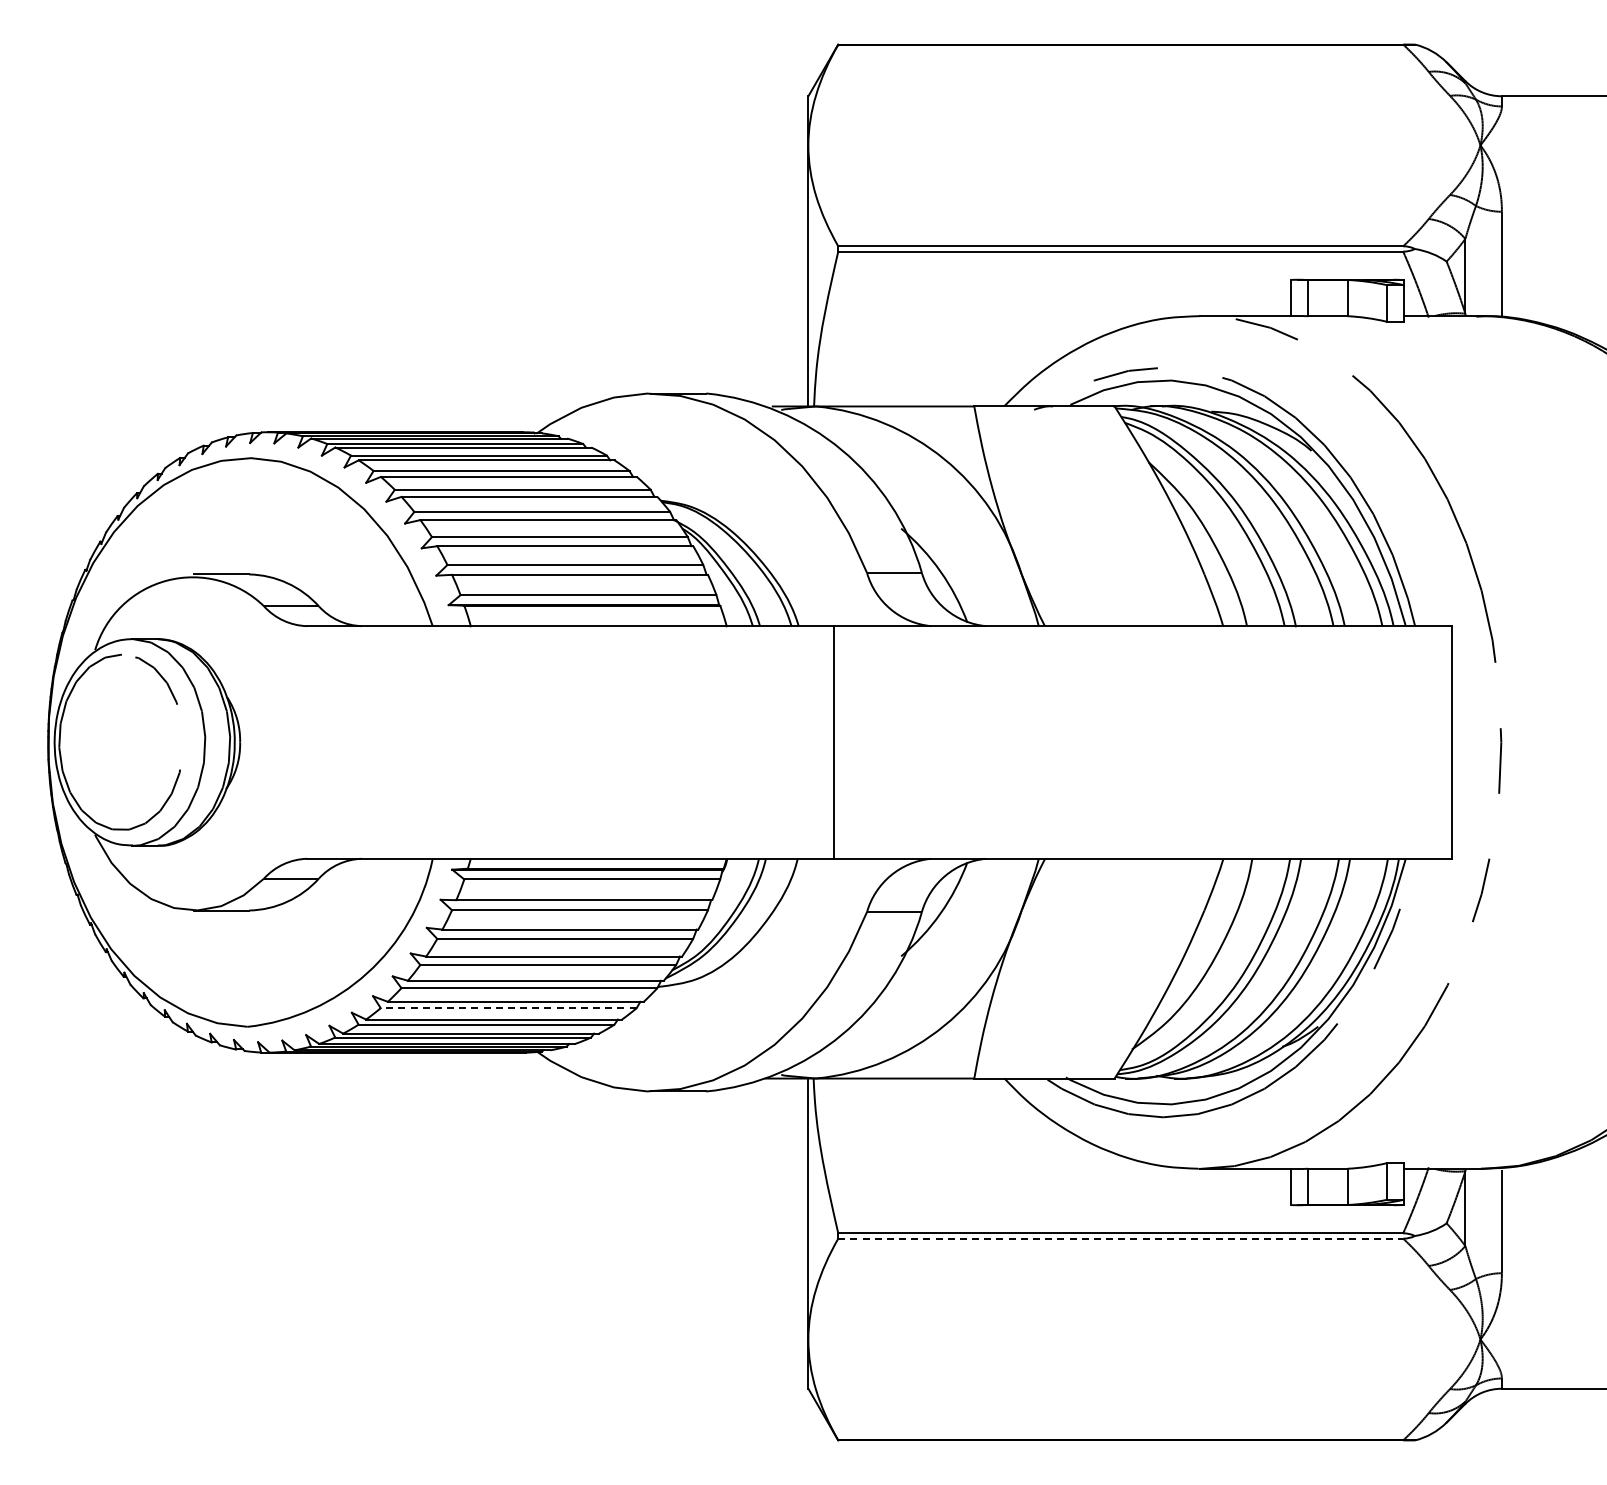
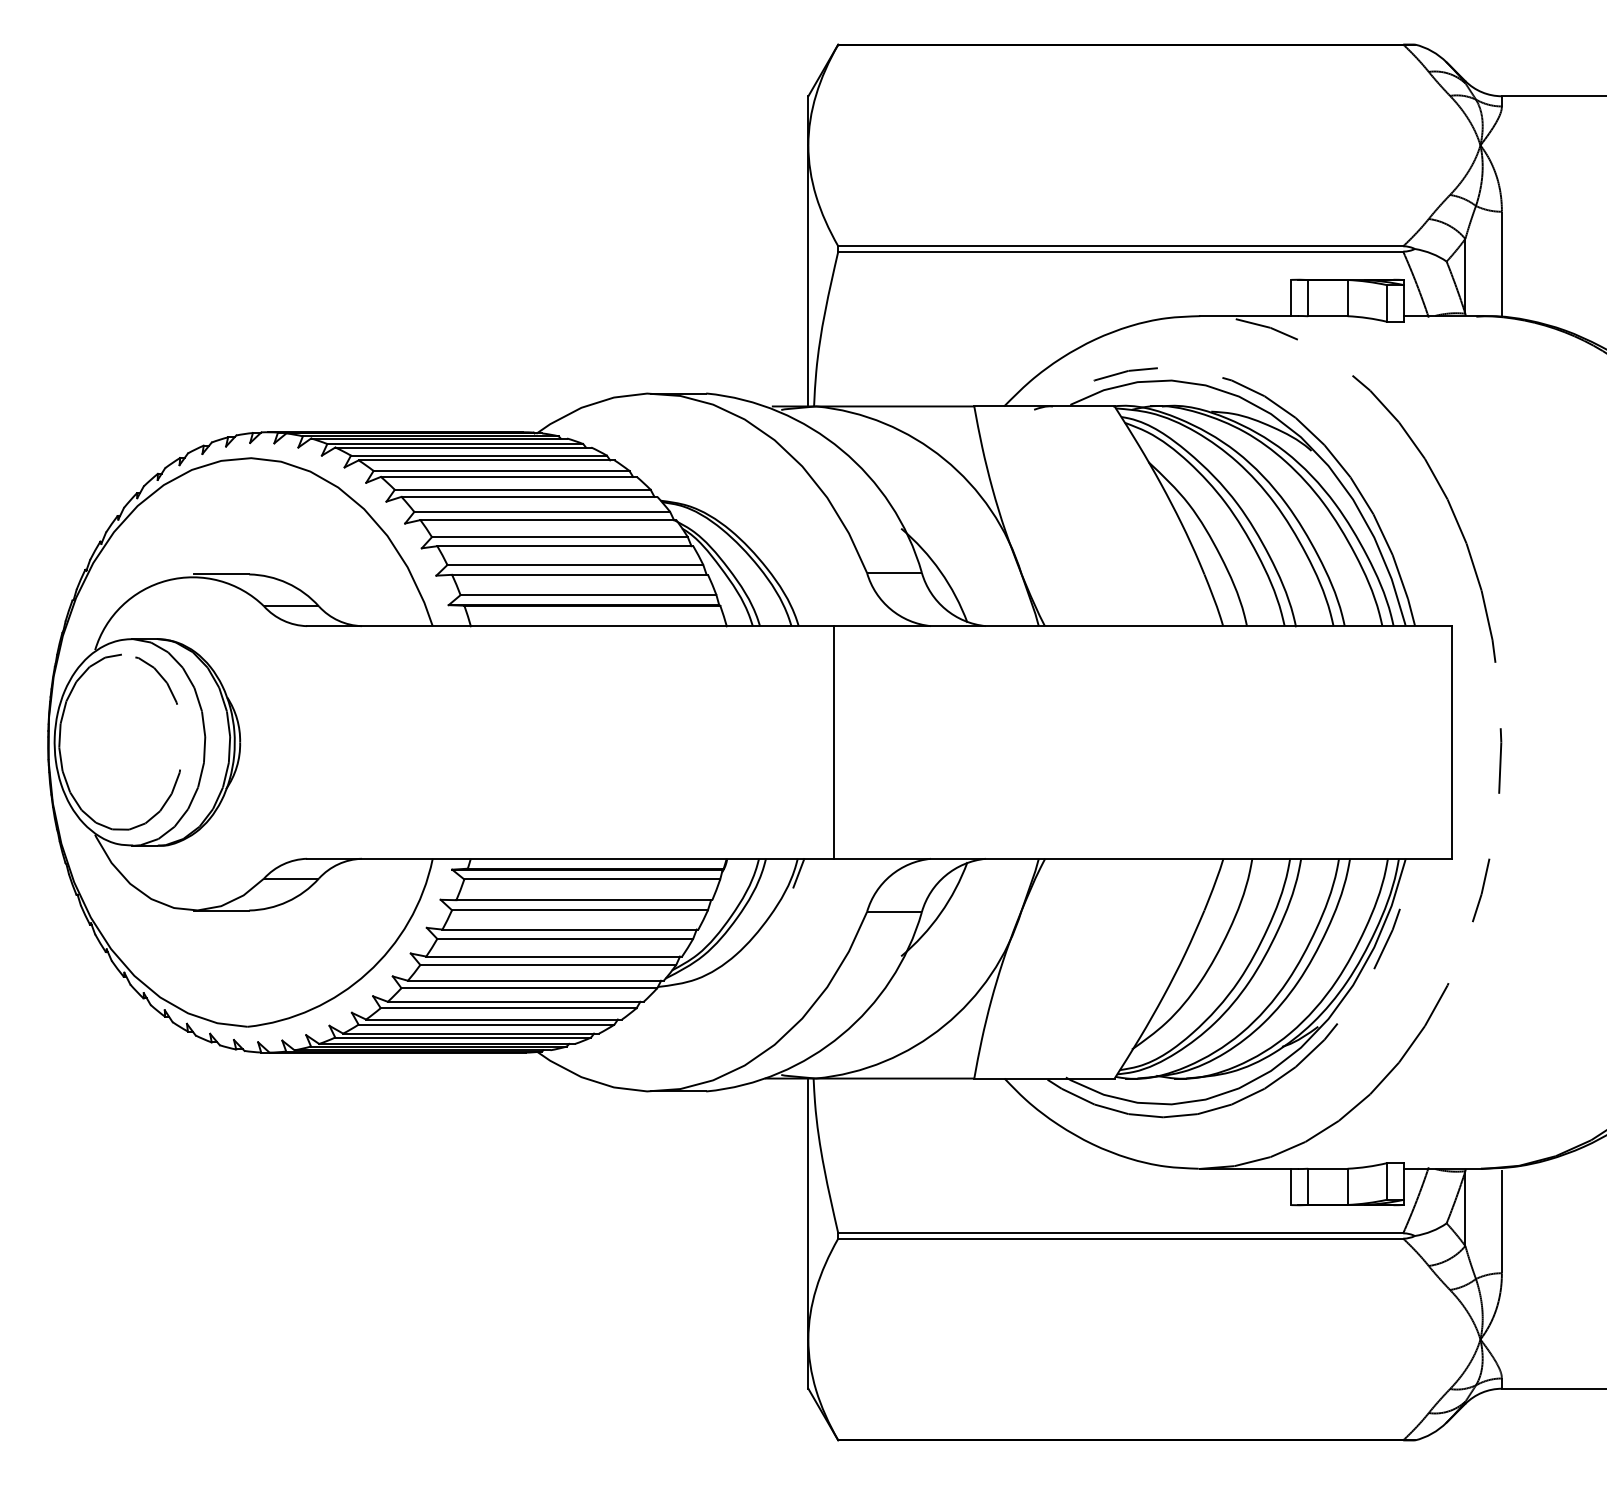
line at (798, 873): none -> present
line at (508, 1008): dashed -> solid
line at (1121, 1238): dashed -> solid
